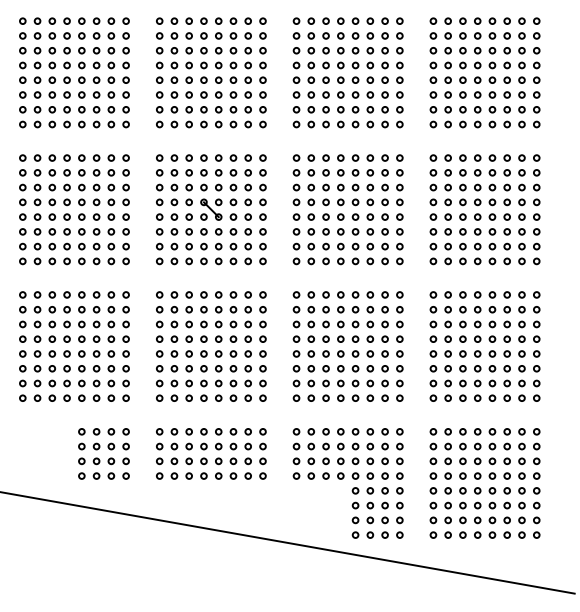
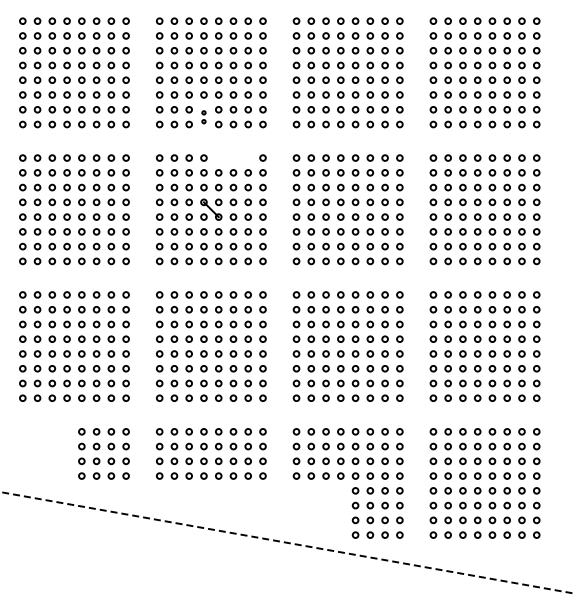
part at (203, 117) size: 8x23 px -> 6x15 px
part at (233, 157): present -> none
line at (287, 542): solid -> dashed
